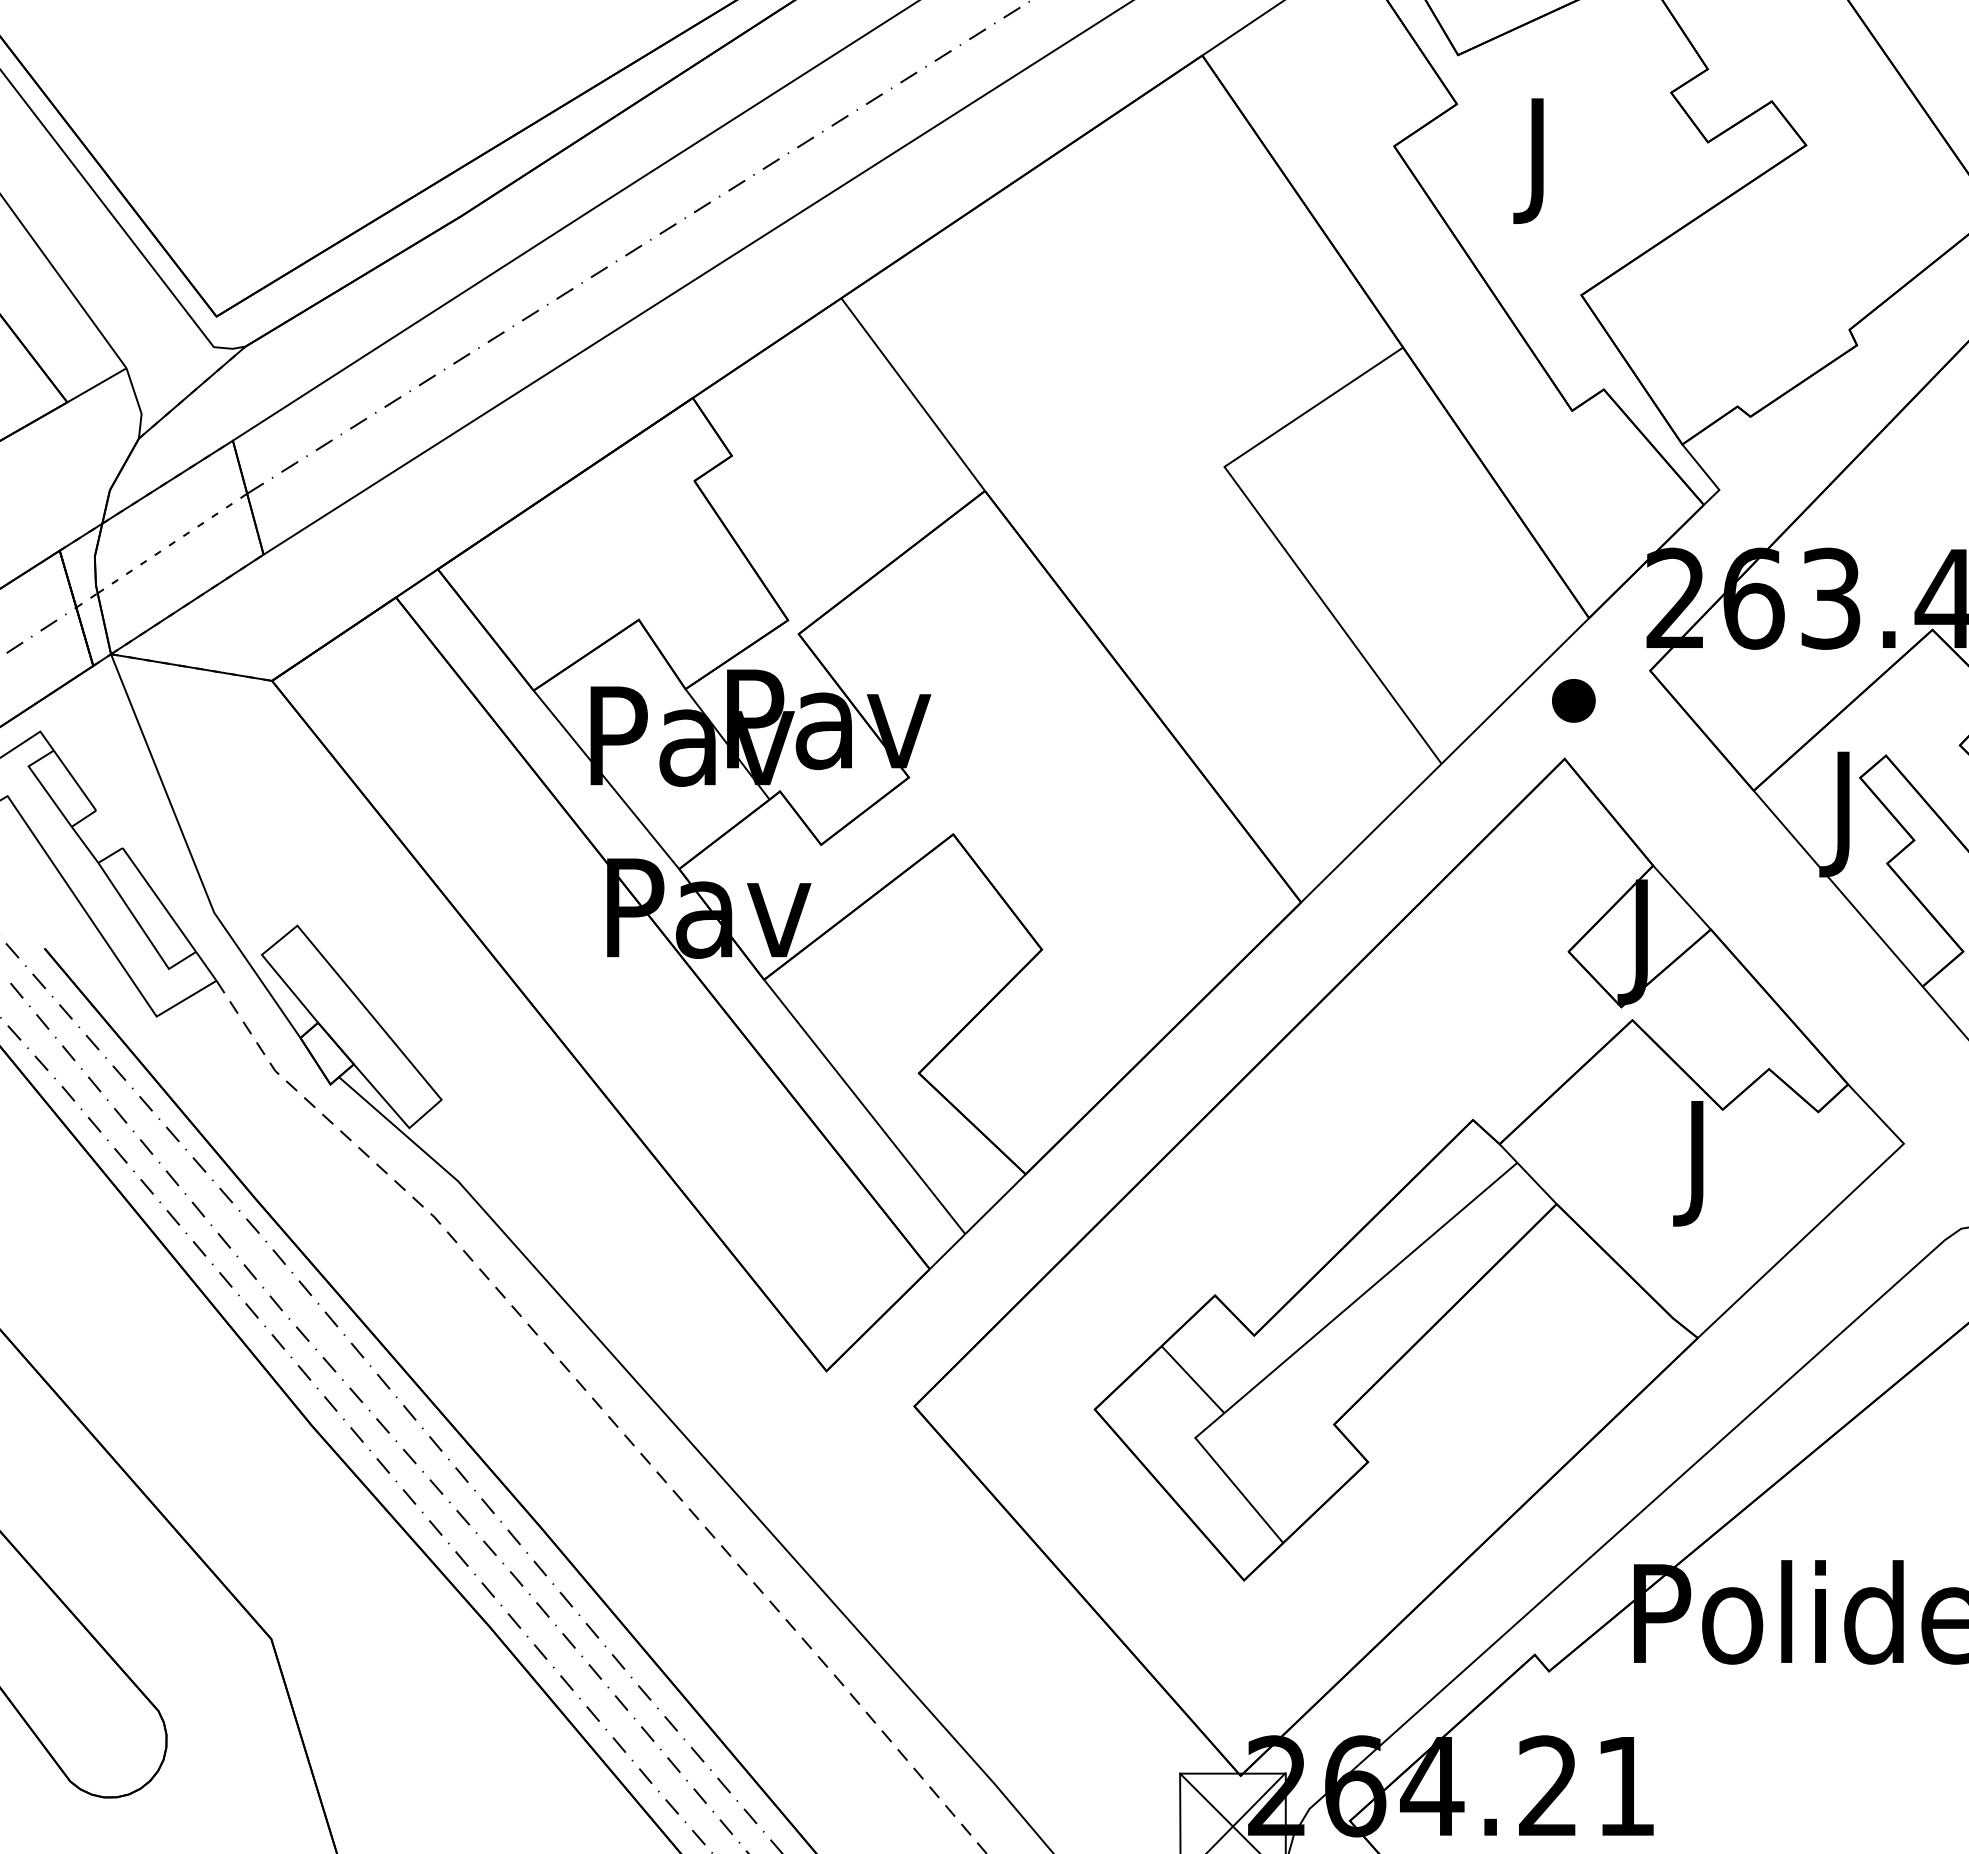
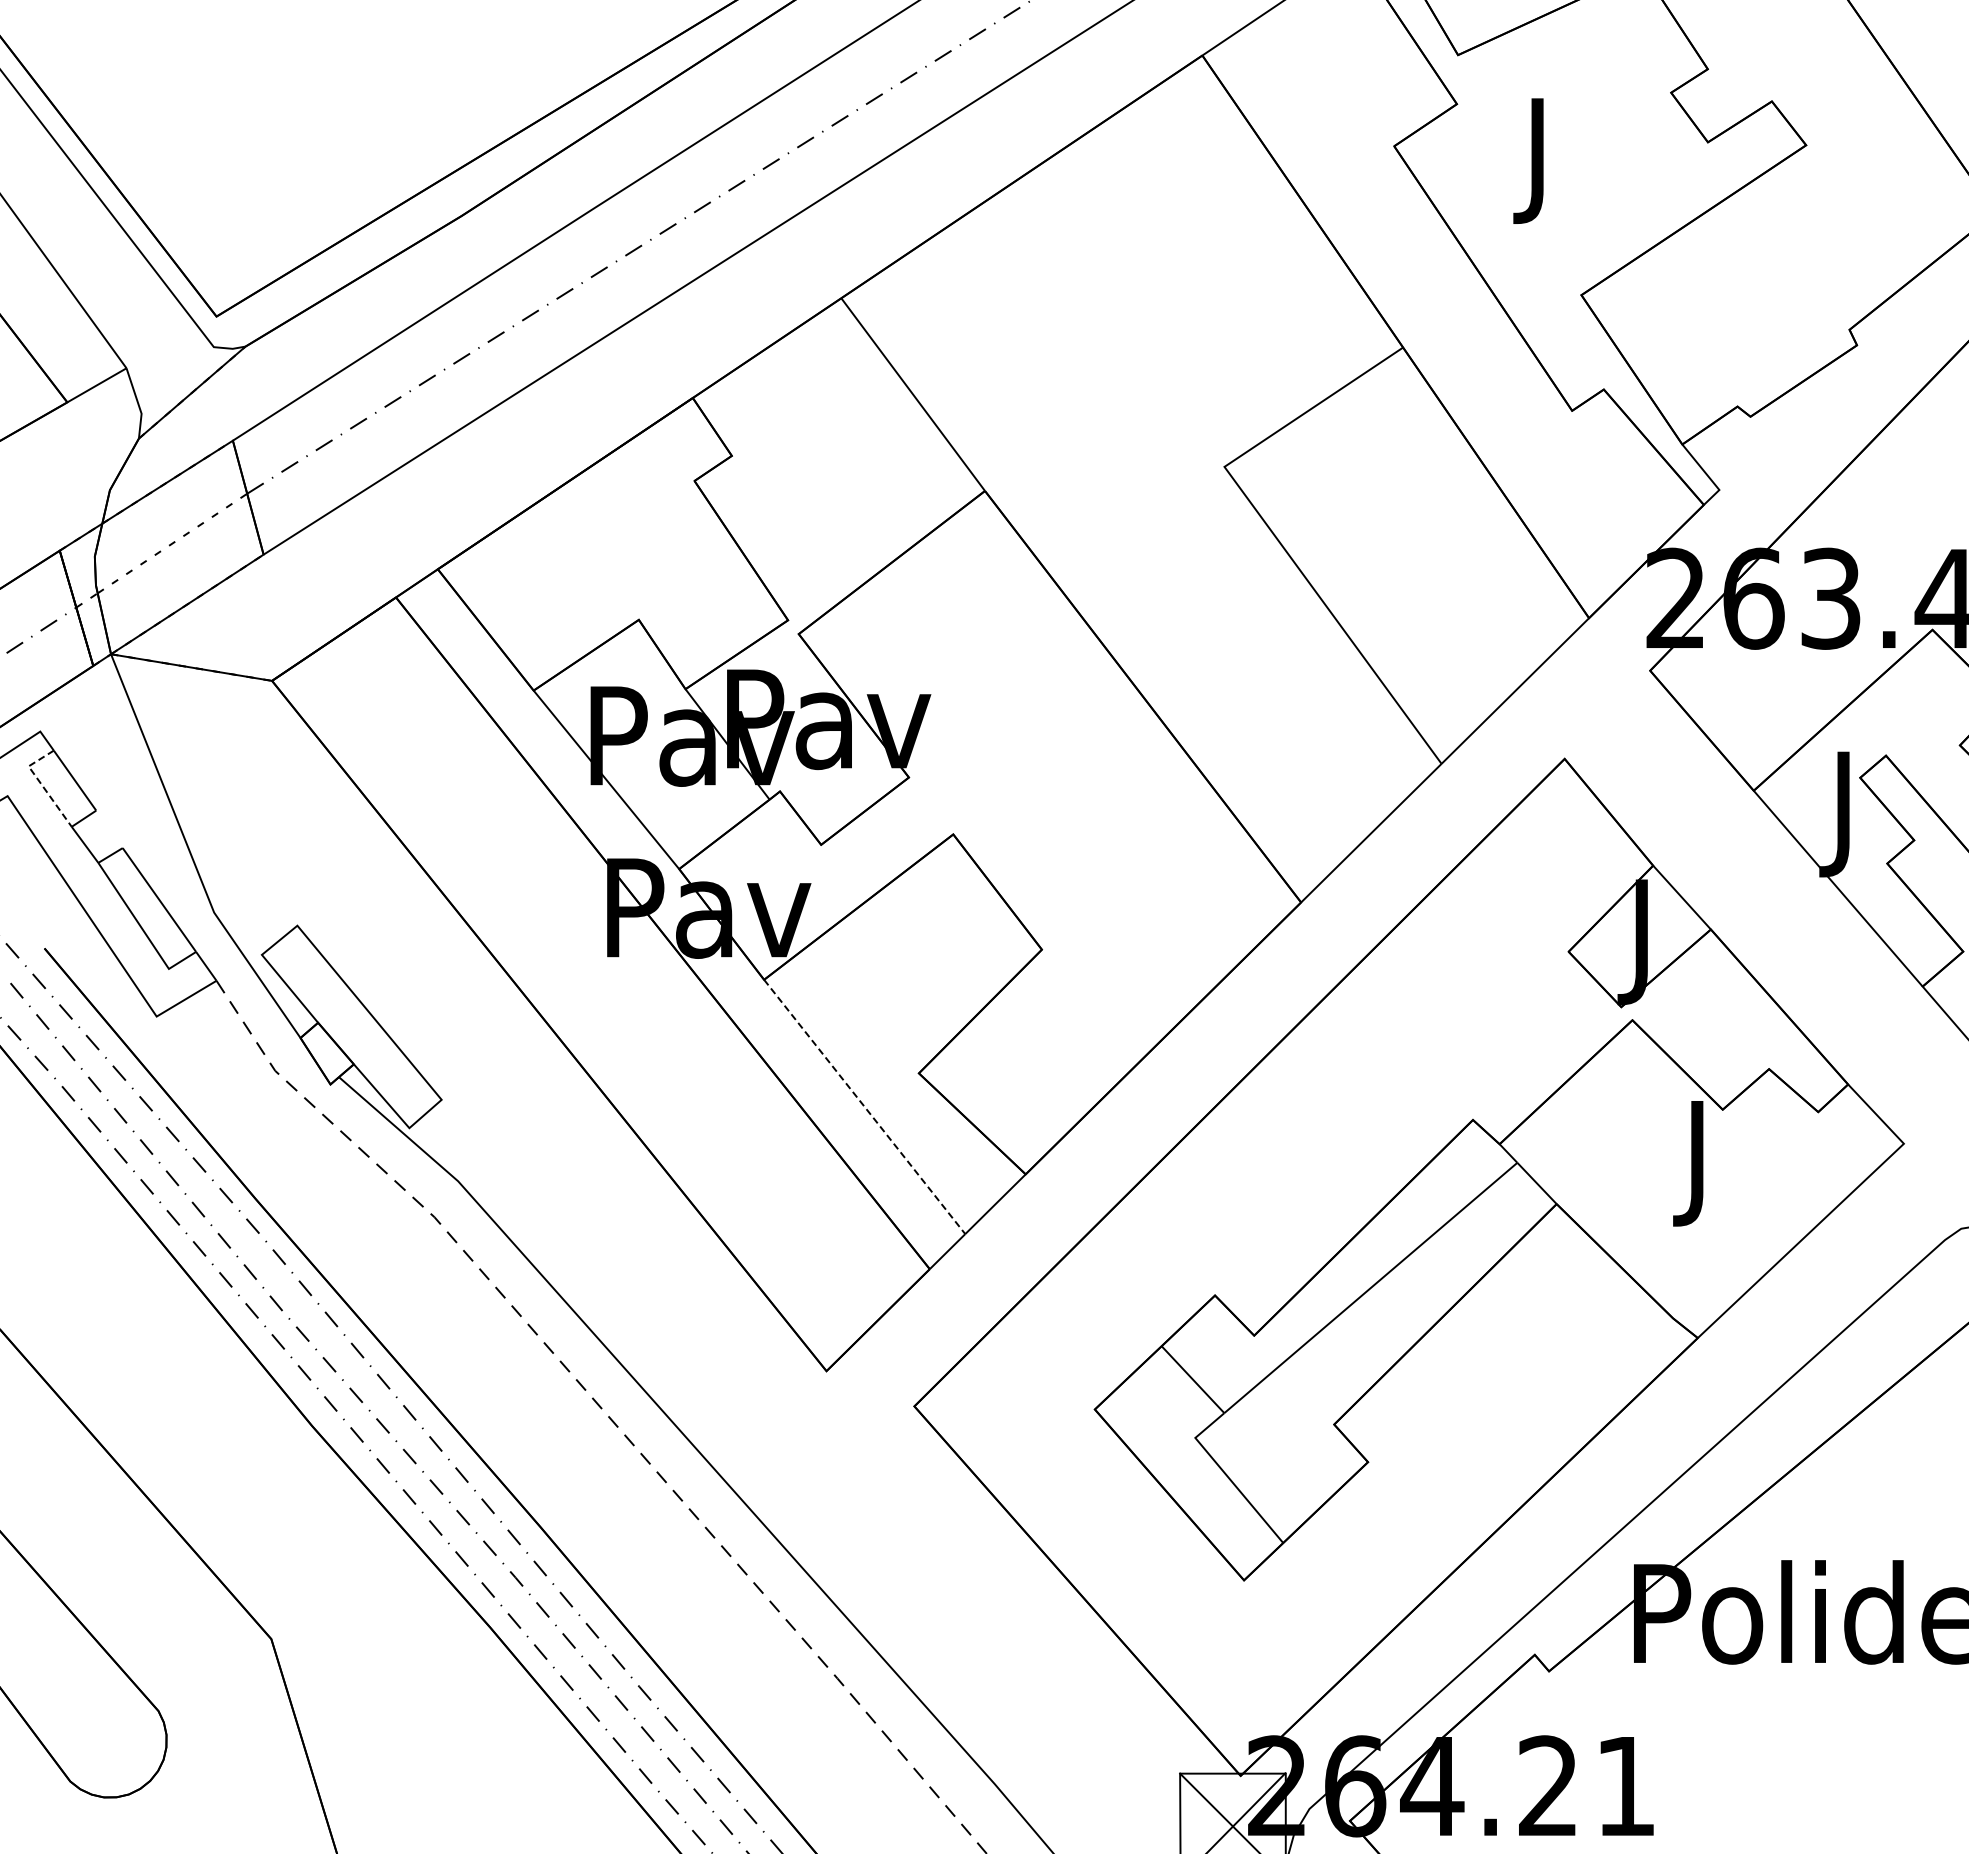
part at (1573, 700): present -> none
line at (41, 784): solid -> dashed
line at (865, 1107): solid -> dashed
